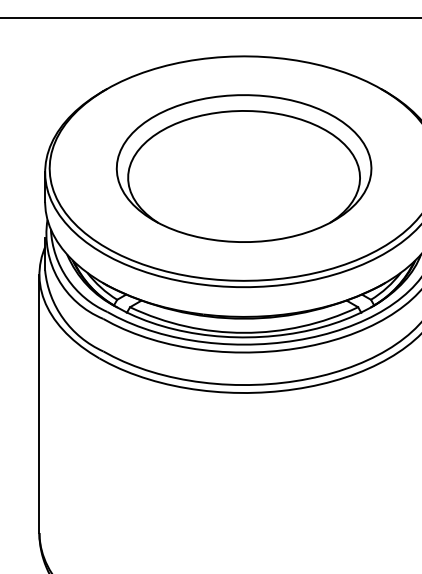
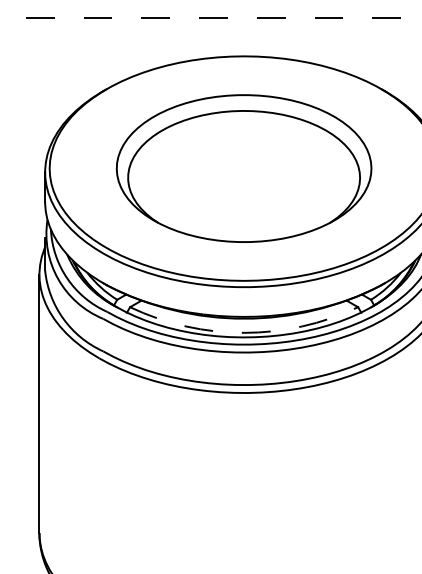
line at (211, 17): solid -> dashed
arc at (244, 332): solid -> dashed
